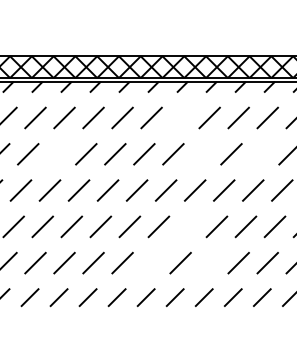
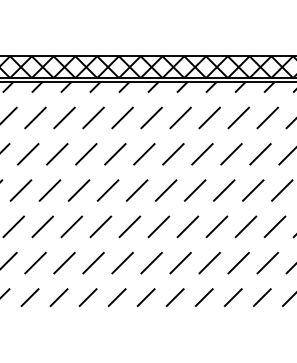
line at (180, 117): none -> present
line at (57, 154): none -> present
line at (202, 154): none -> present
line at (260, 154): none -> present
line at (187, 226): none -> present
line at (151, 262): none -> present
line at (209, 263): none -> present
